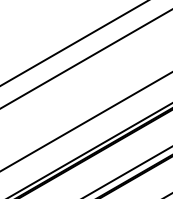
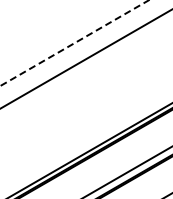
line at (74, 43): solid -> dashed
line at (85, 121): present -> none
